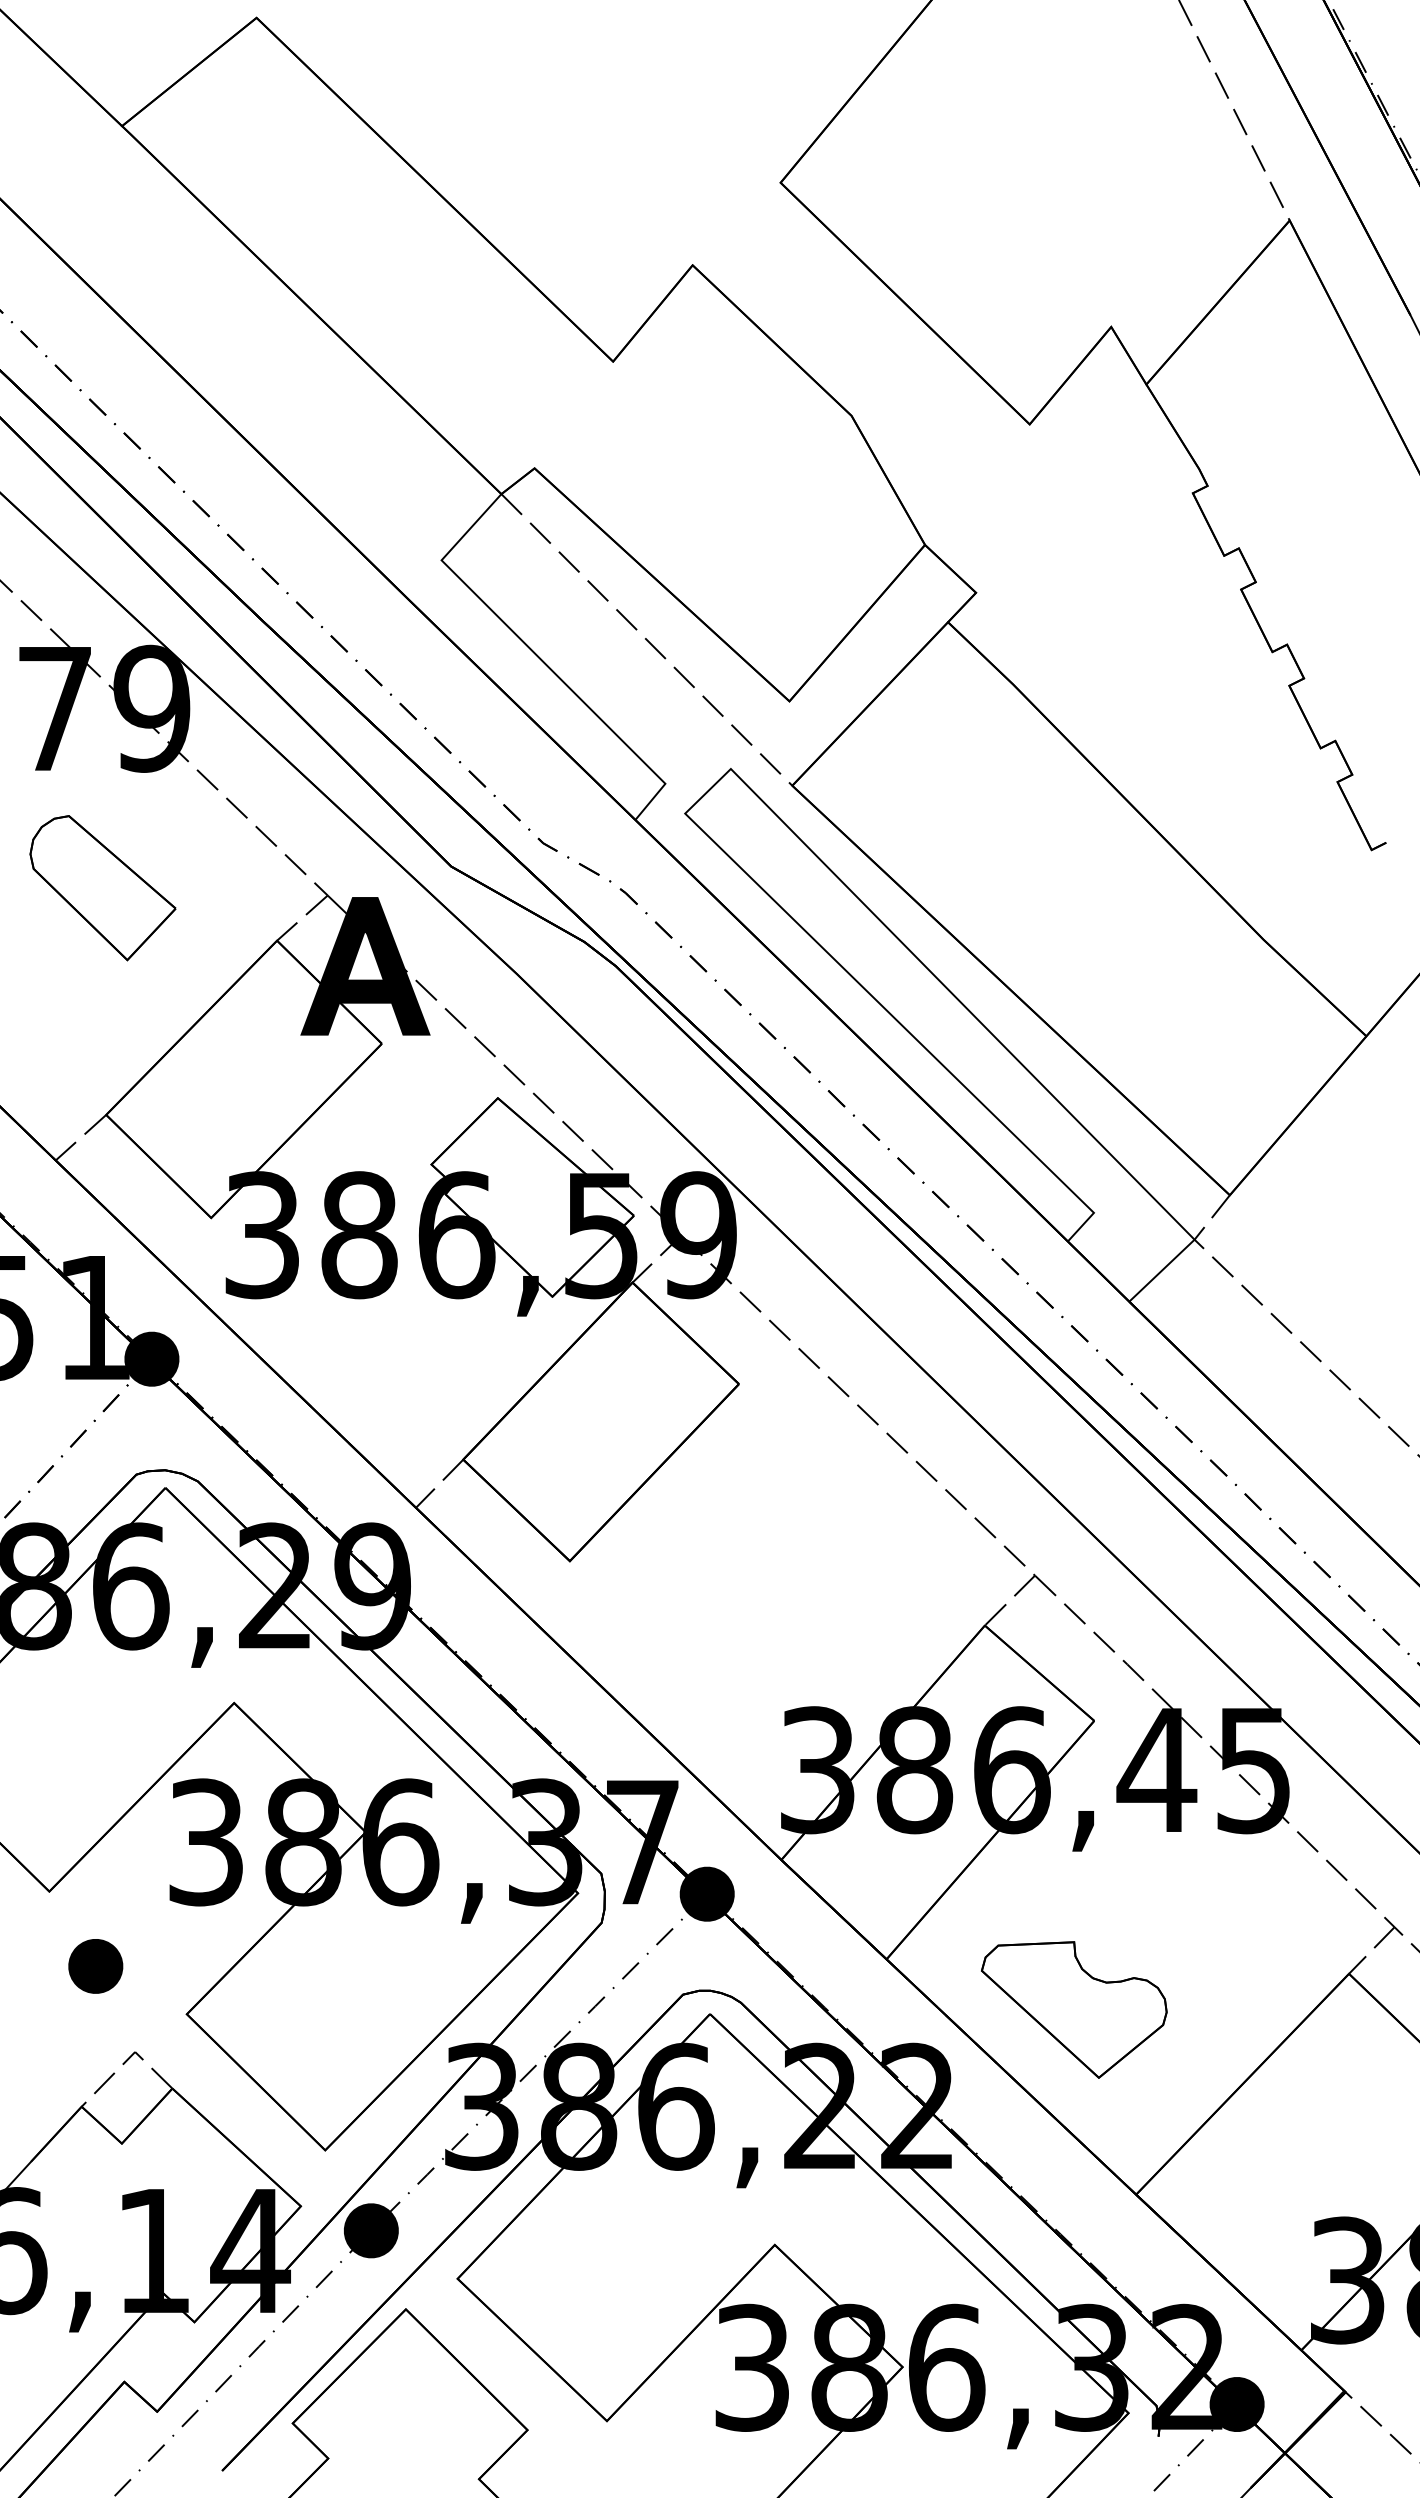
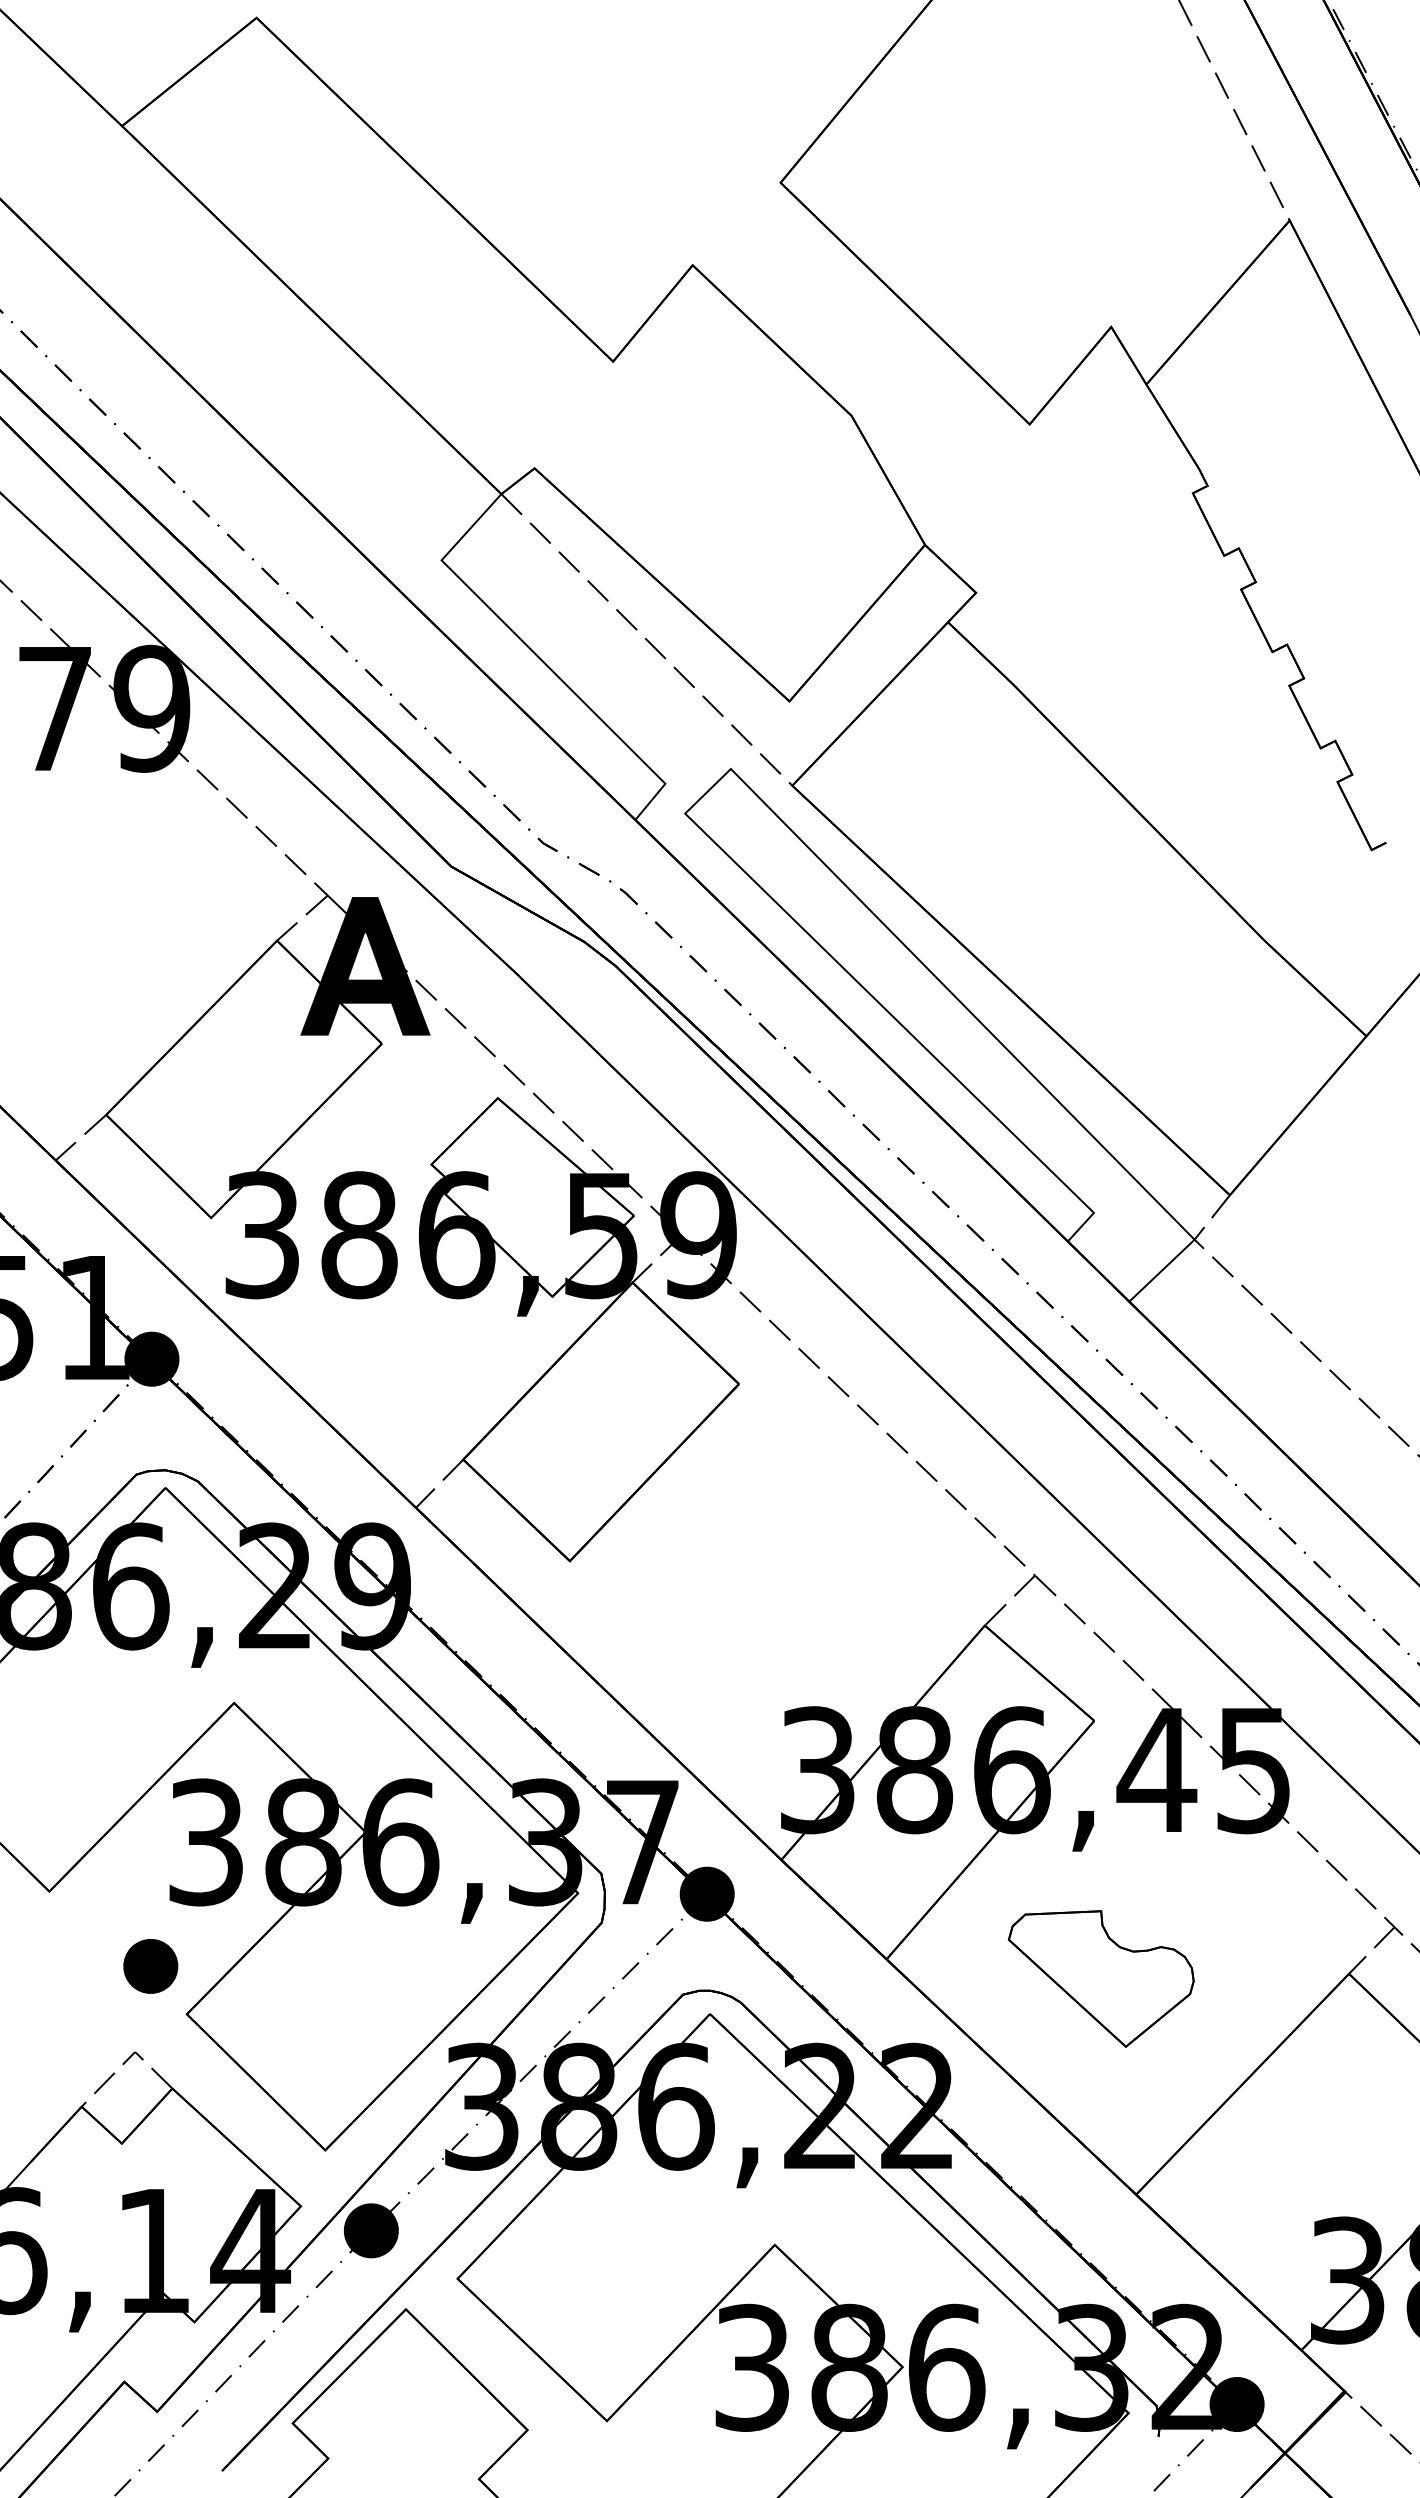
part at (102, 888): present -> none
part at (95, 1966) position: (95, 1966) -> (150, 1966)
part at (1074, 2009) position: (1074, 2009) -> (1101, 1978)
